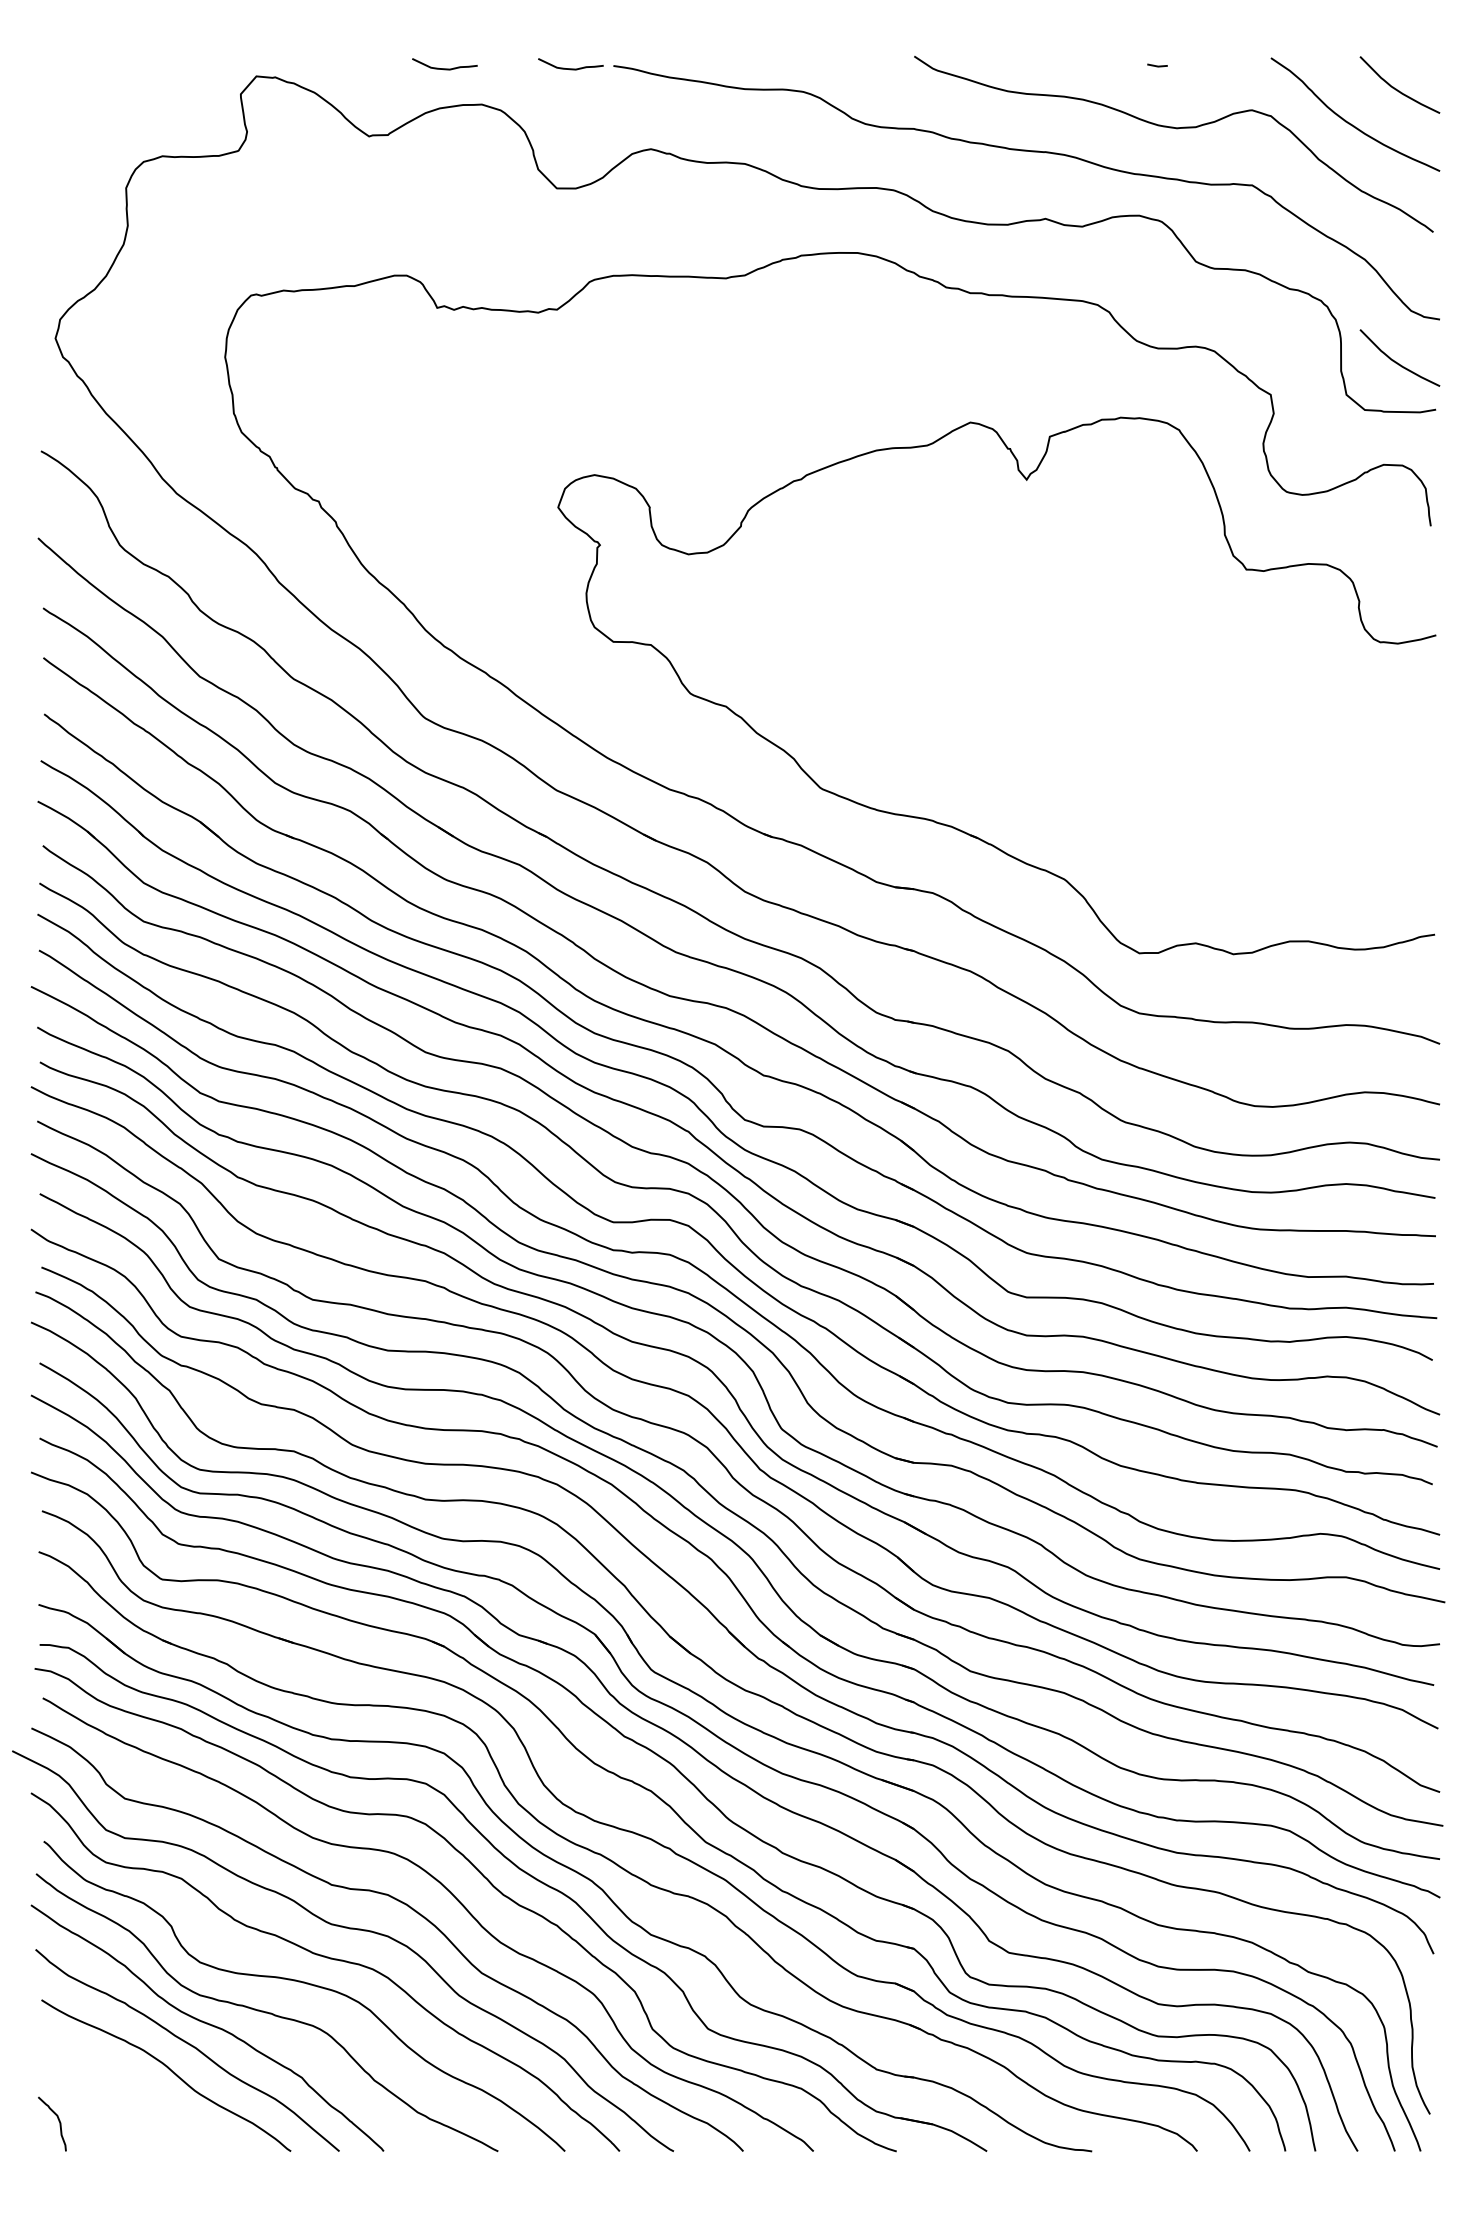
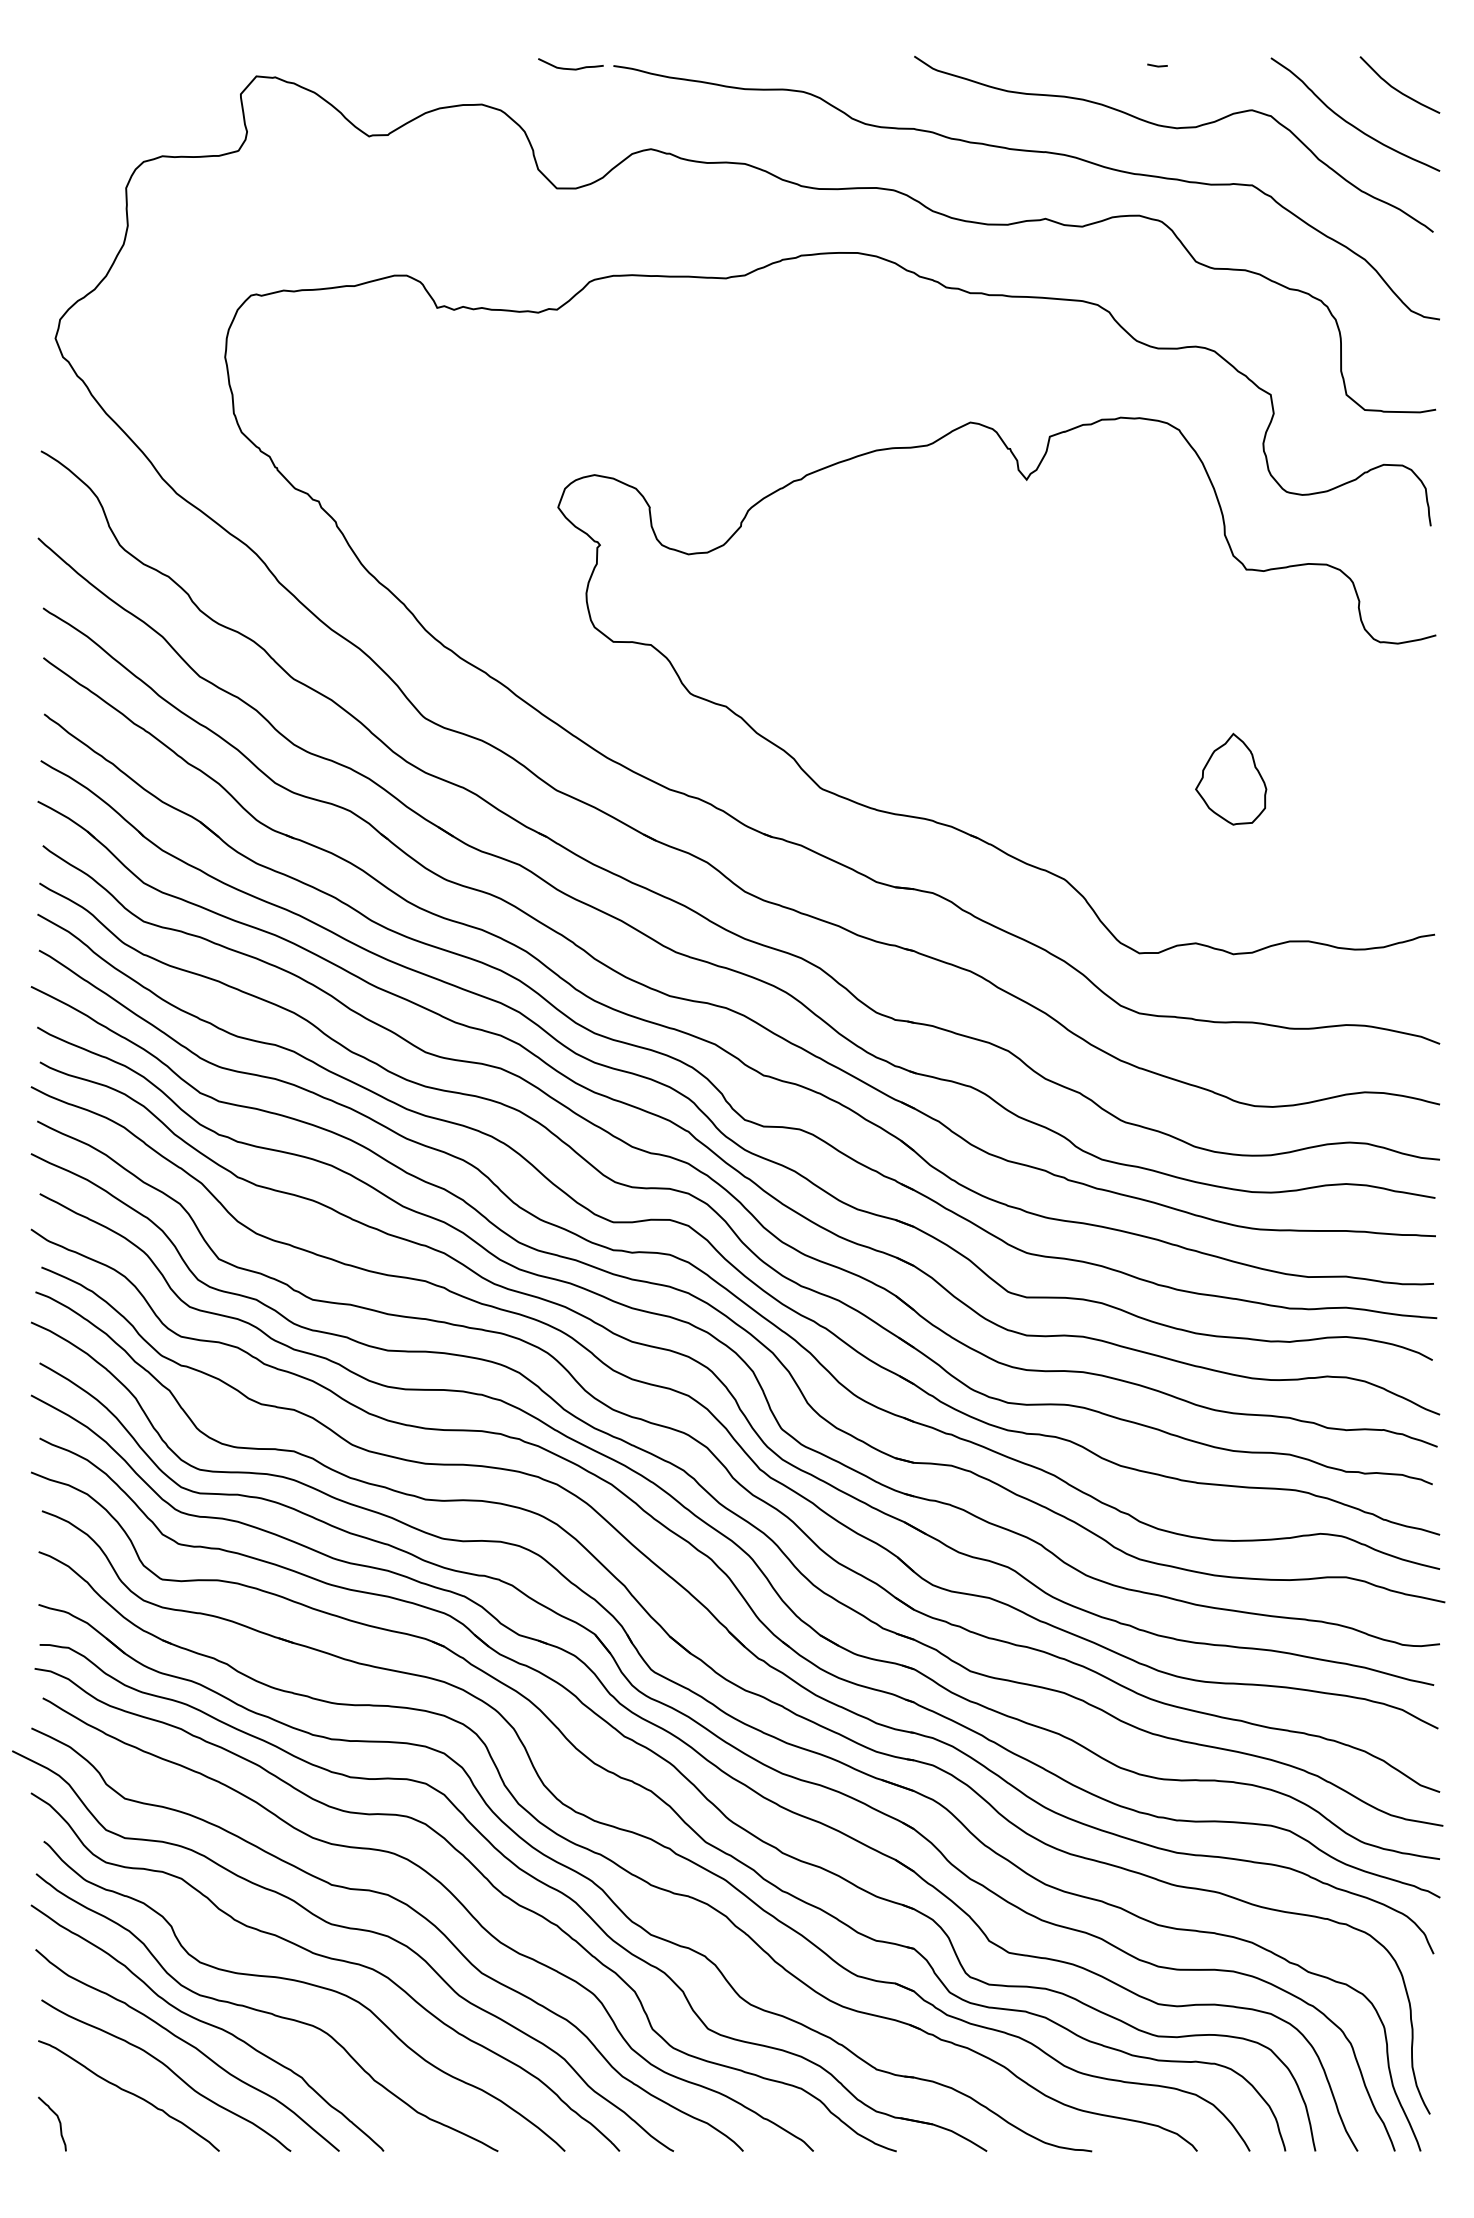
curve at (444, 68): present -> none
curve at (1396, 361): present -> none
part at (1231, 778): none -> present
curve at (128, 2093): none -> present
